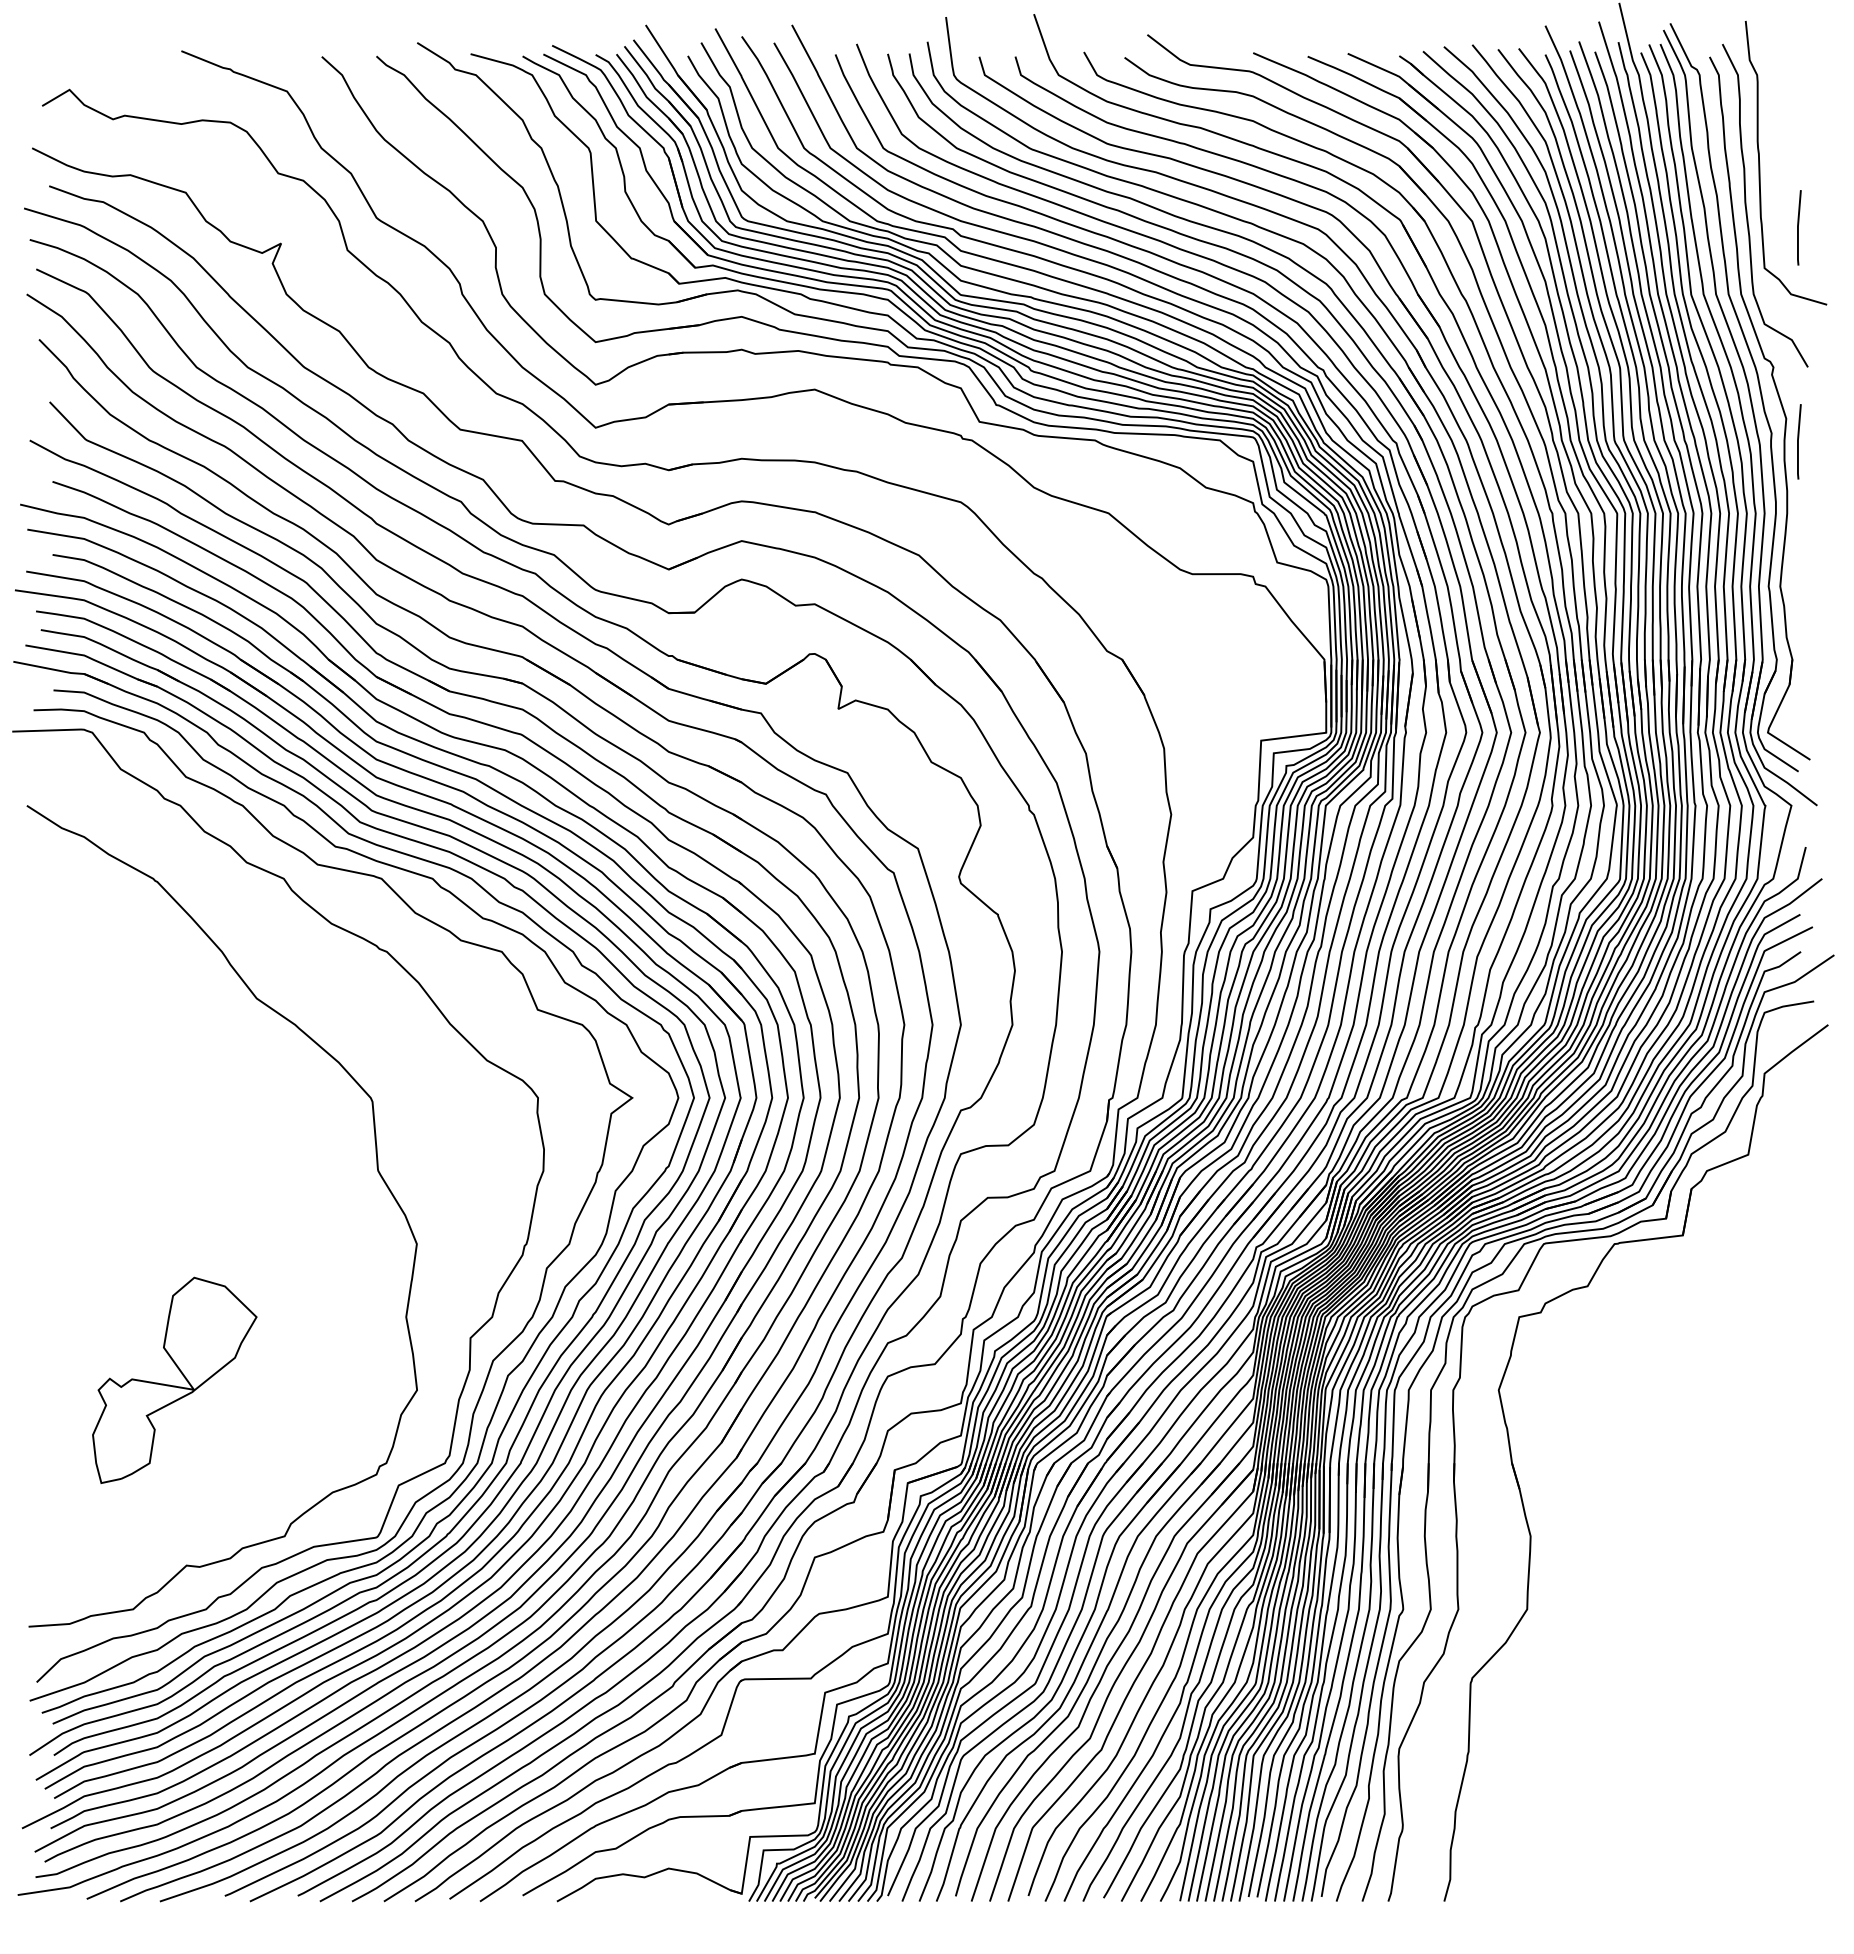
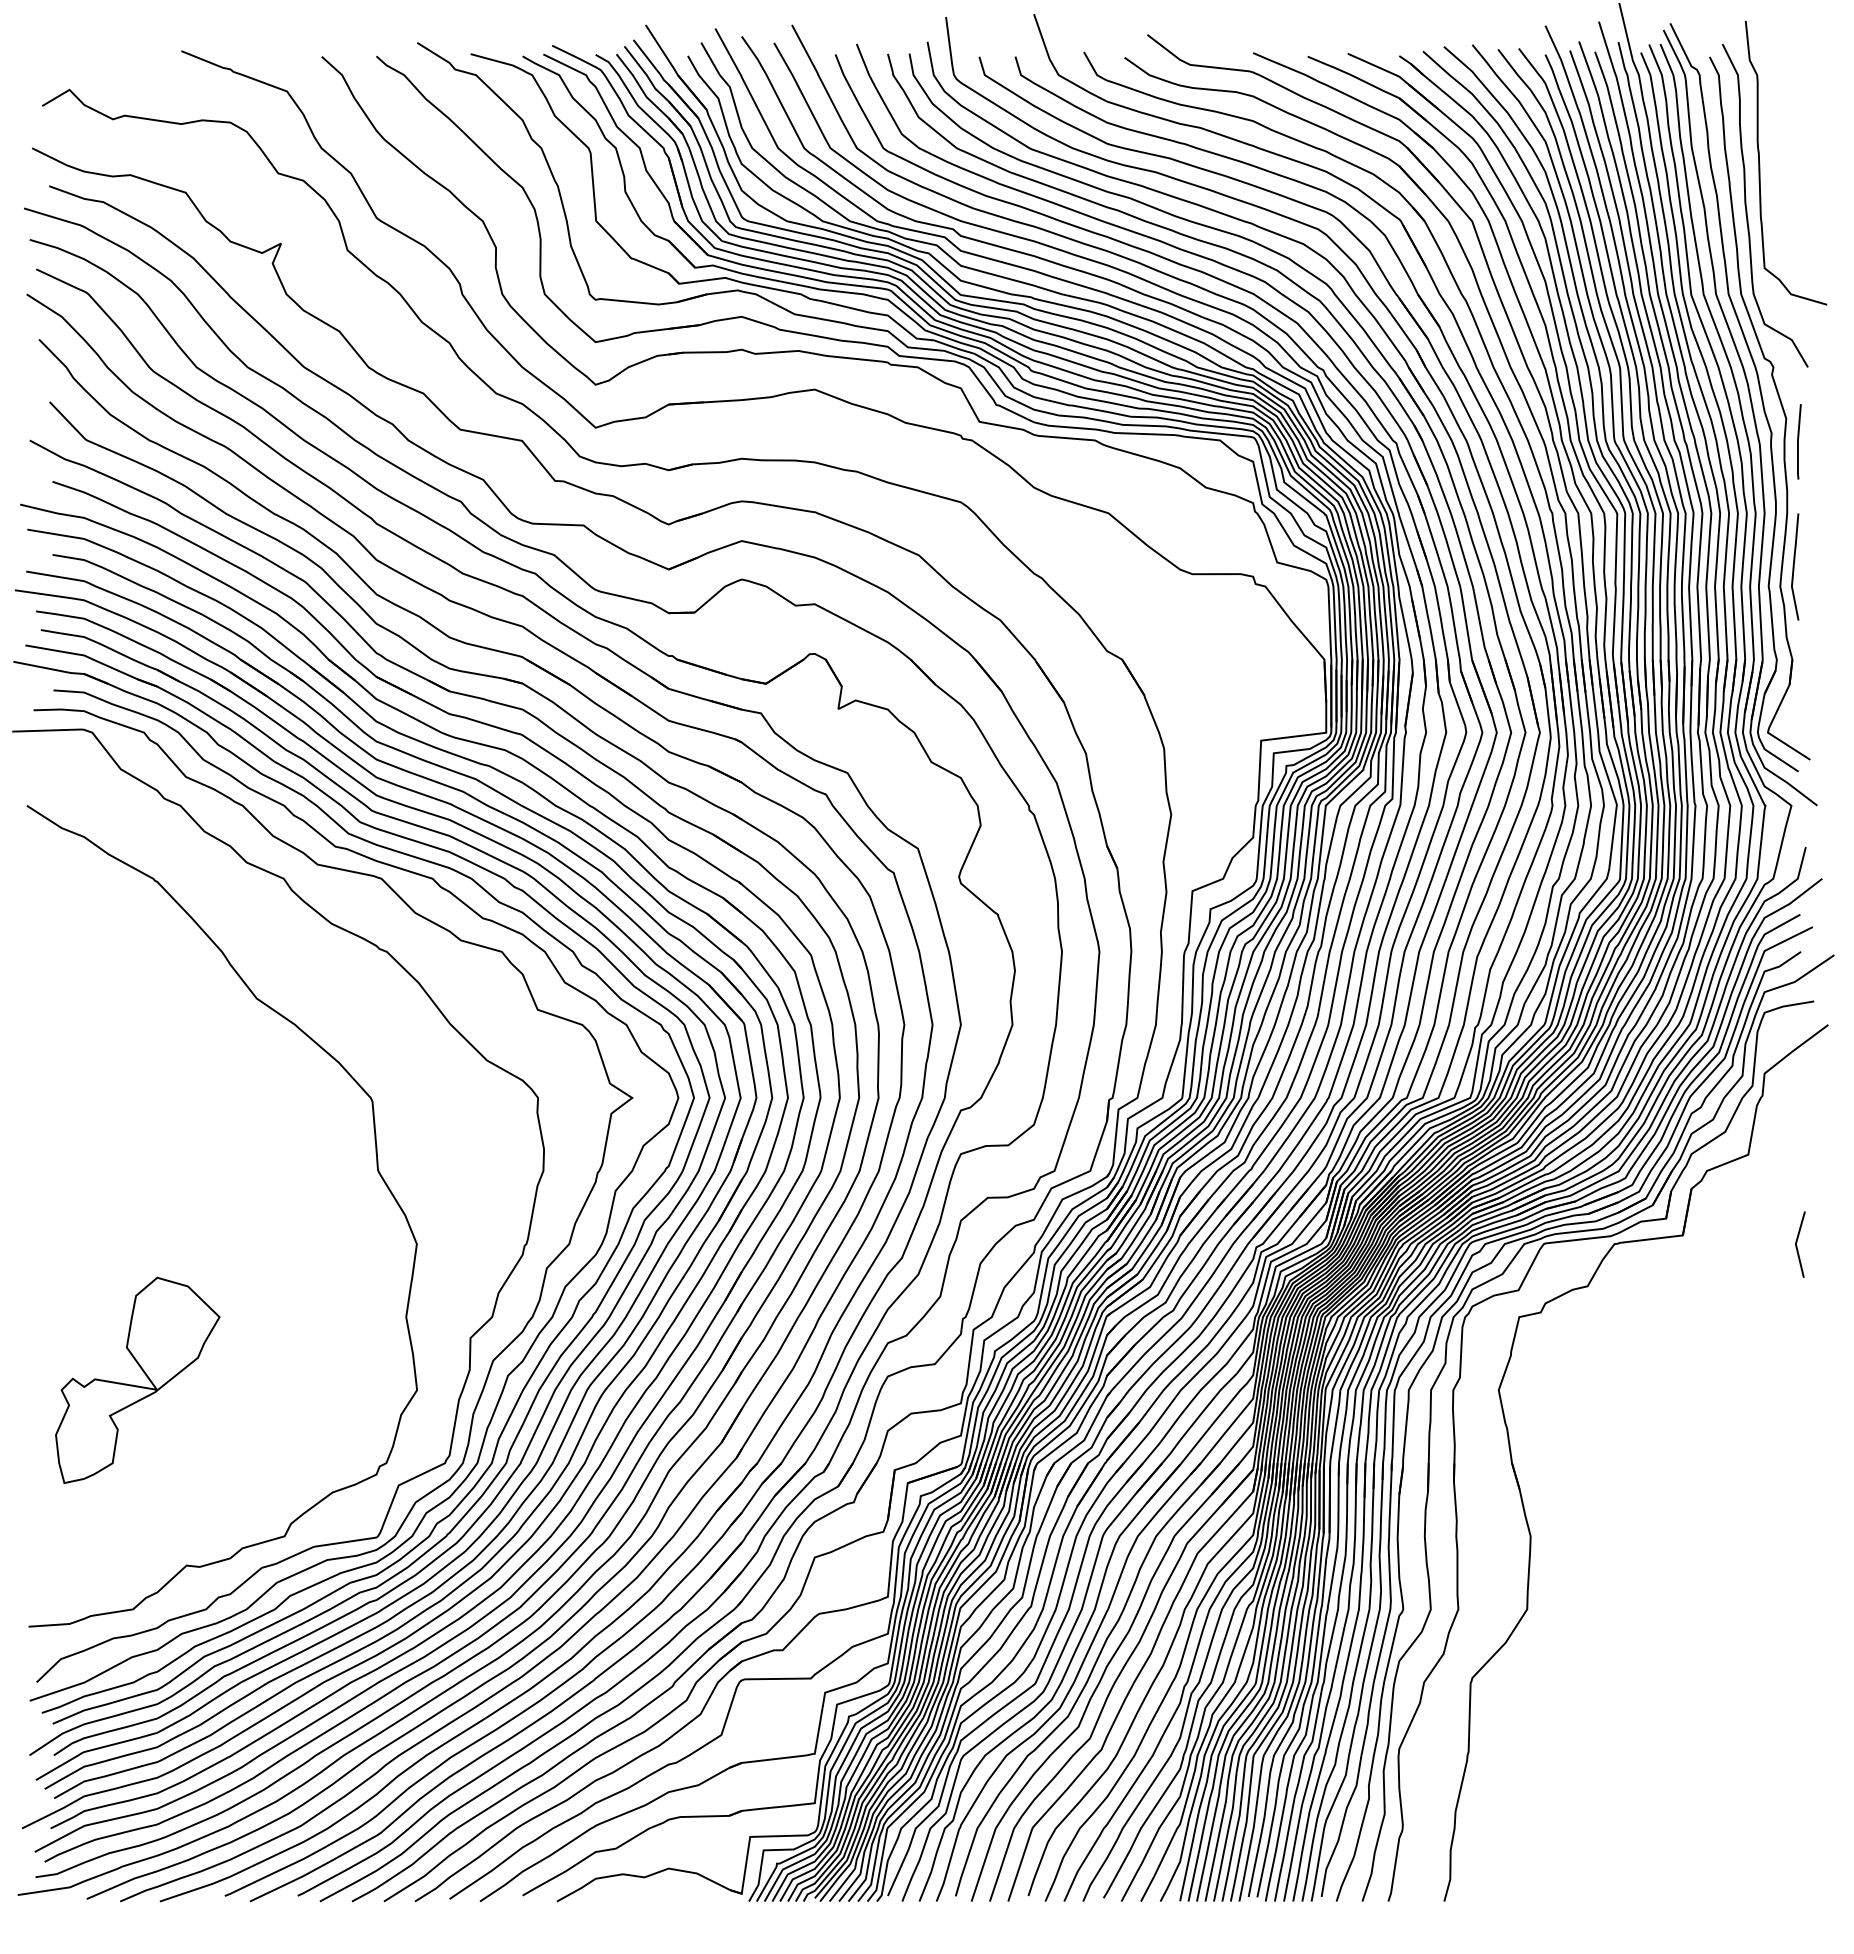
line at (1798, 227): present -> none
line at (1794, 566): none -> present
line at (1797, 1245): none -> present
part at (174, 1379) position: (174, 1379) -> (137, 1379)
